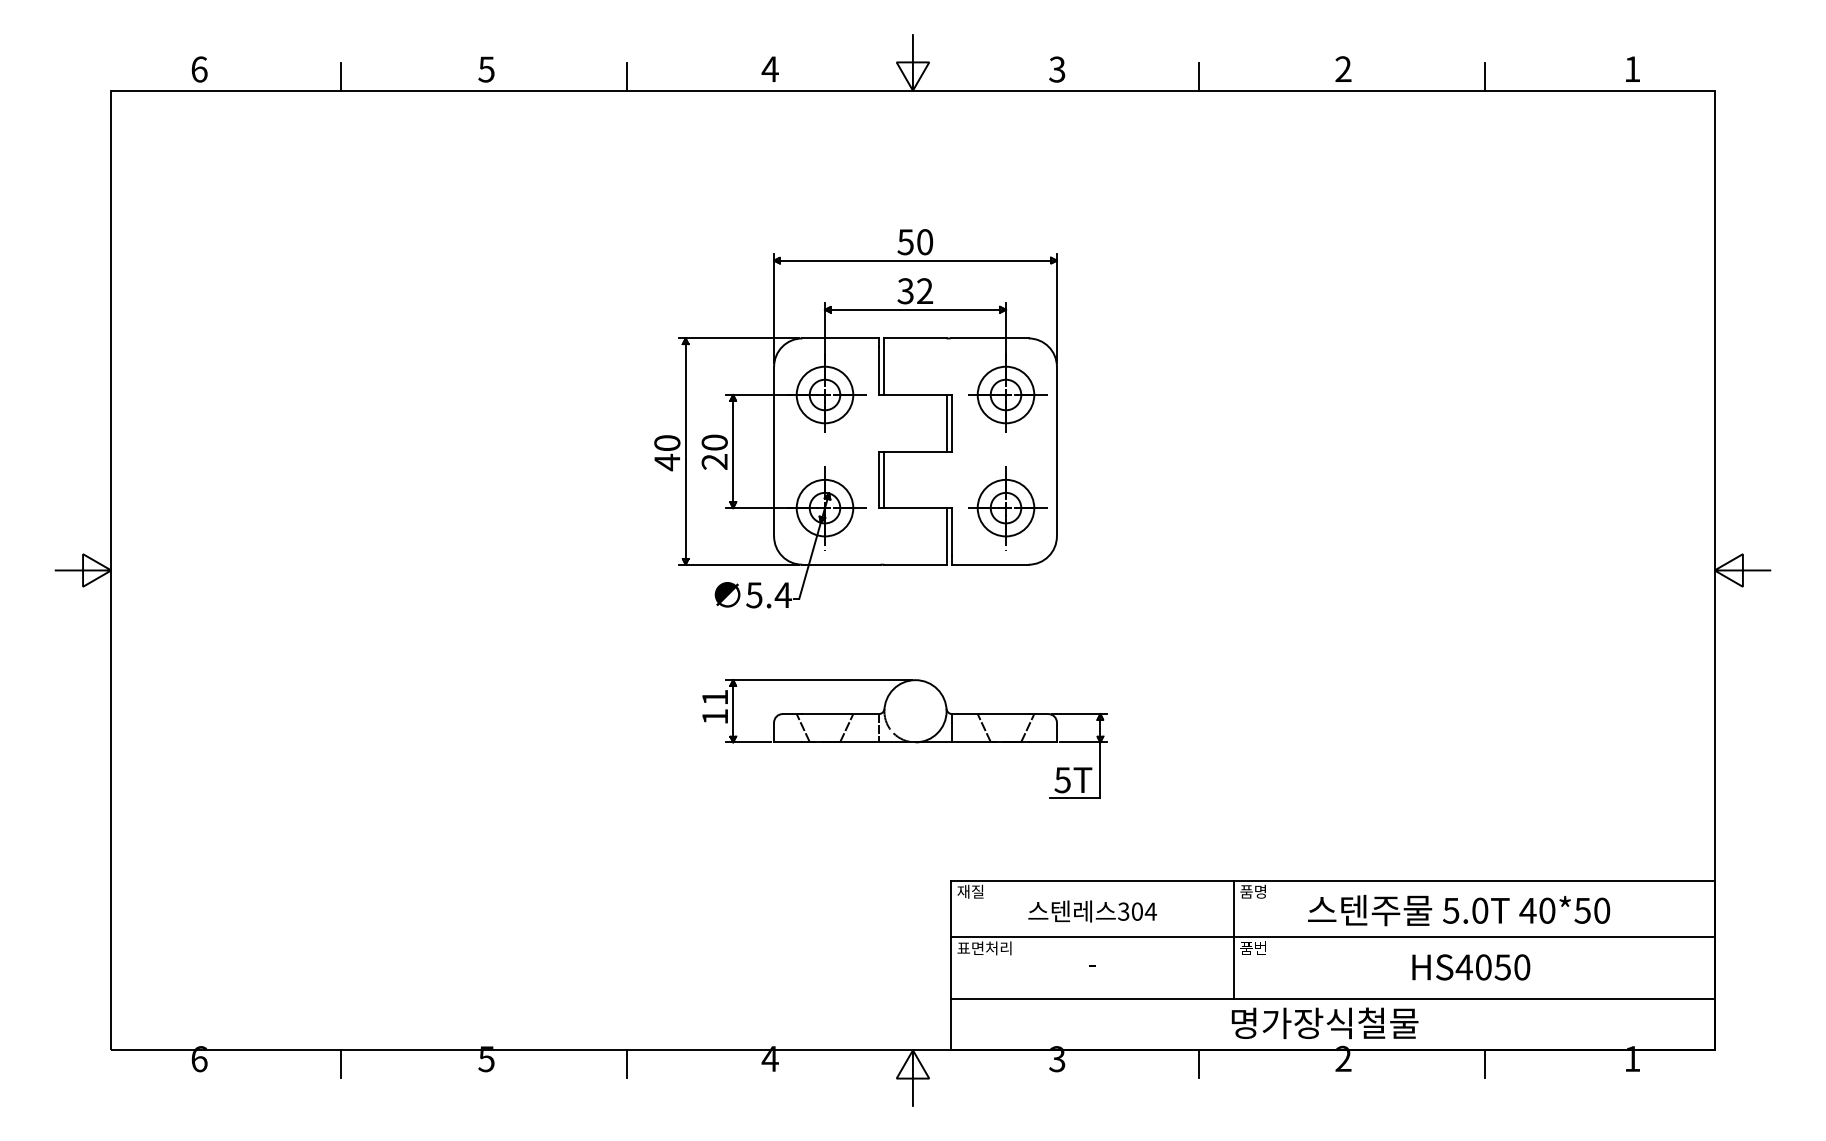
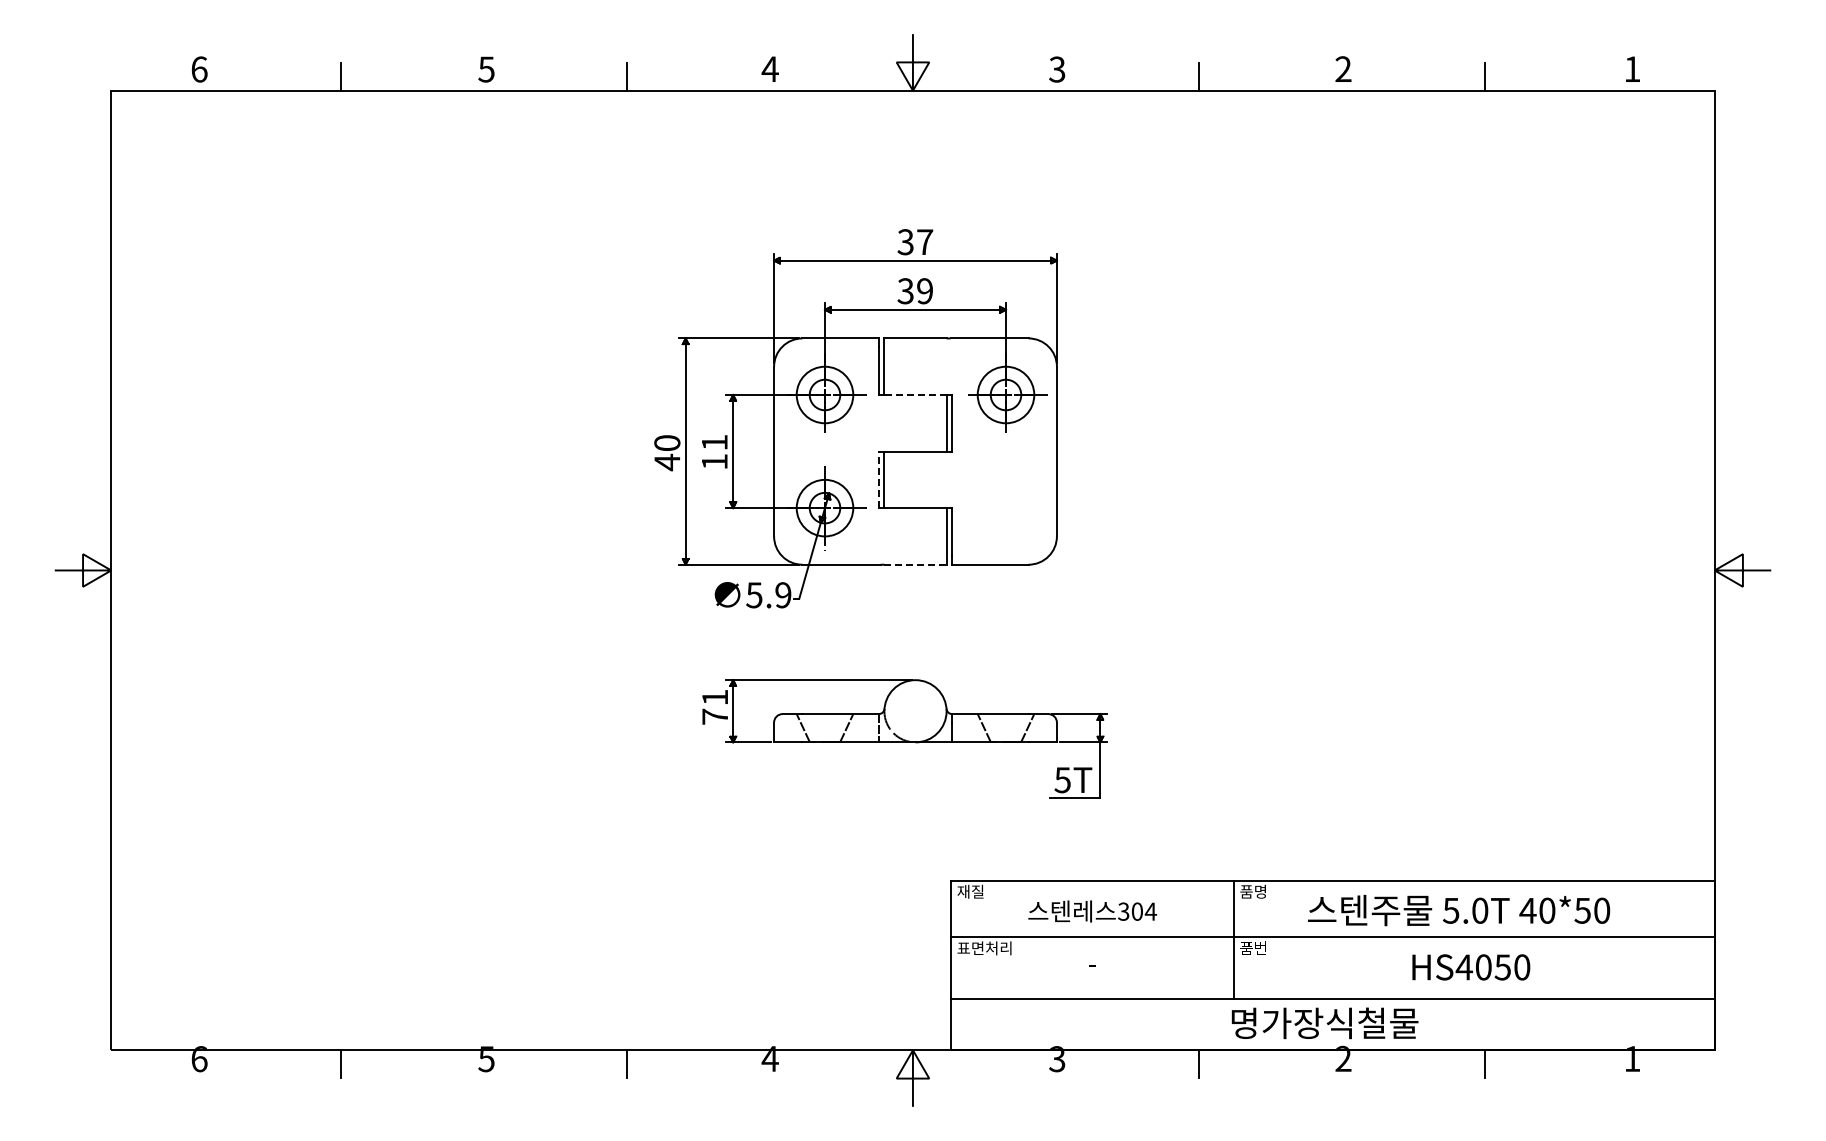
text at (915, 242): 50 -> 37
text at (925, 291): 32 -> 39
line at (915, 395): solid -> dashed
text at (714, 451): 20 -> 11
line at (878, 479): solid -> dashed
part at (1007, 508): present -> none
line at (916, 564): solid -> dashed
text at (783, 595): 5.4 -> 5.9
text at (714, 716): 11 -> 71
